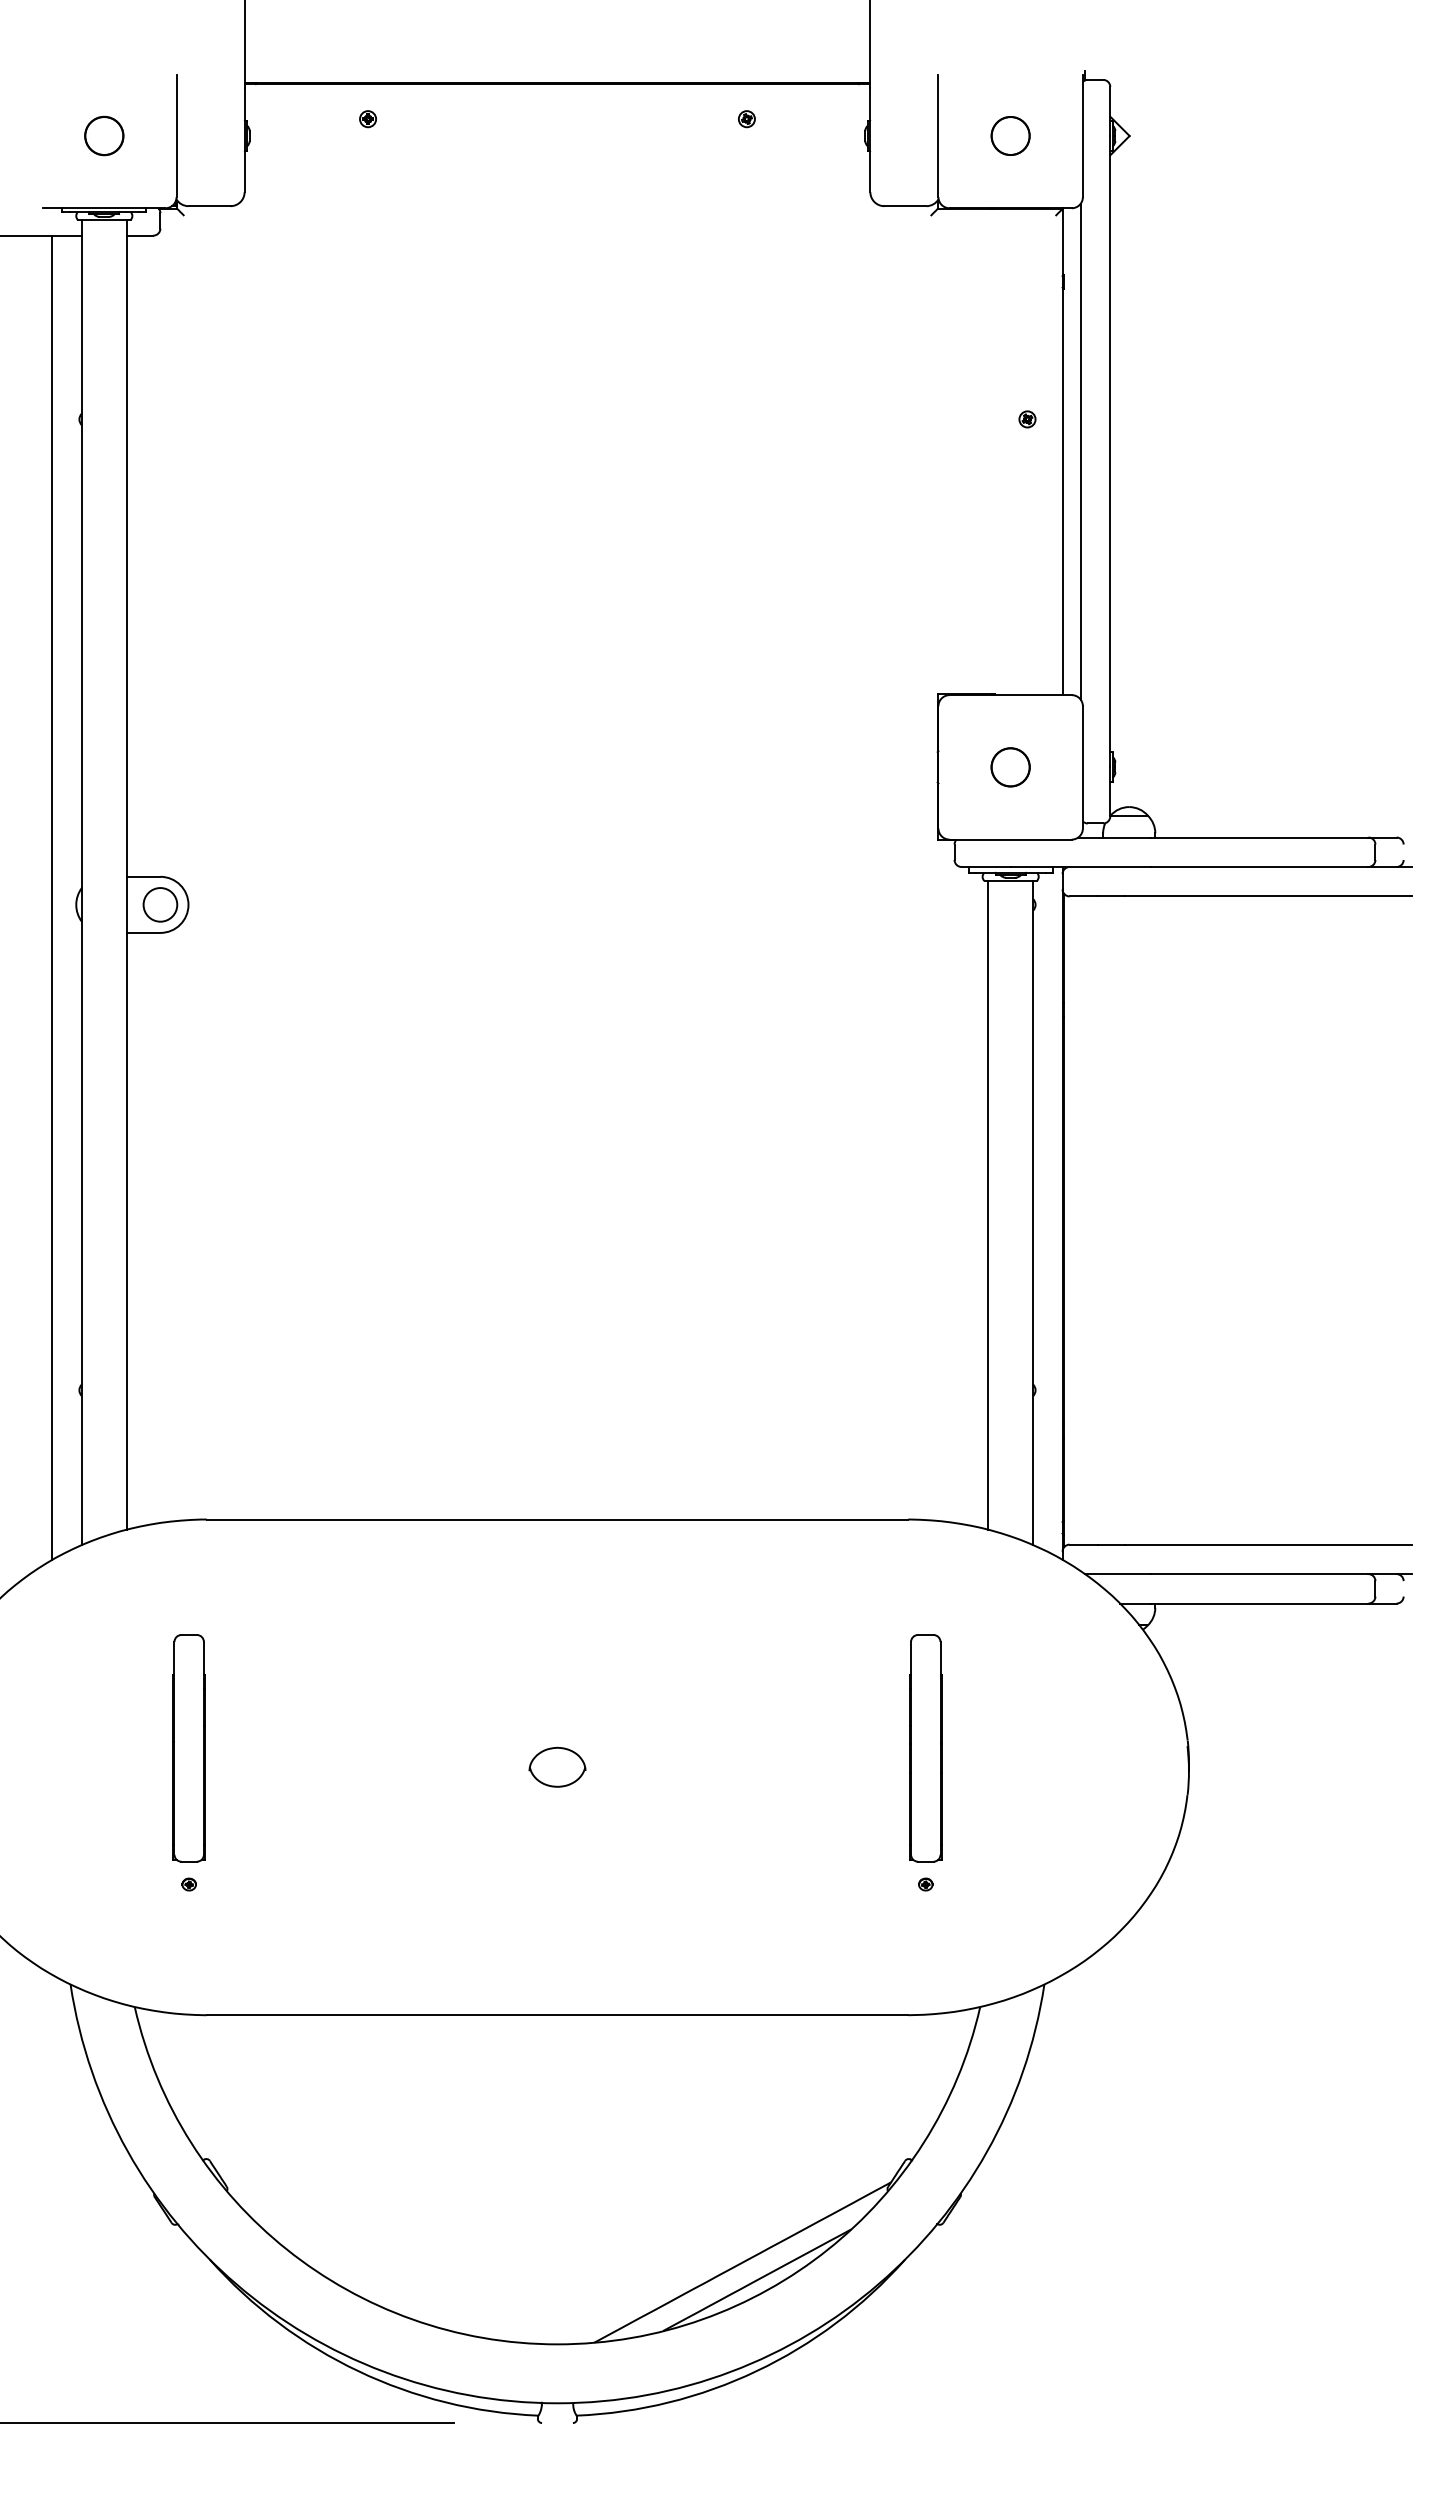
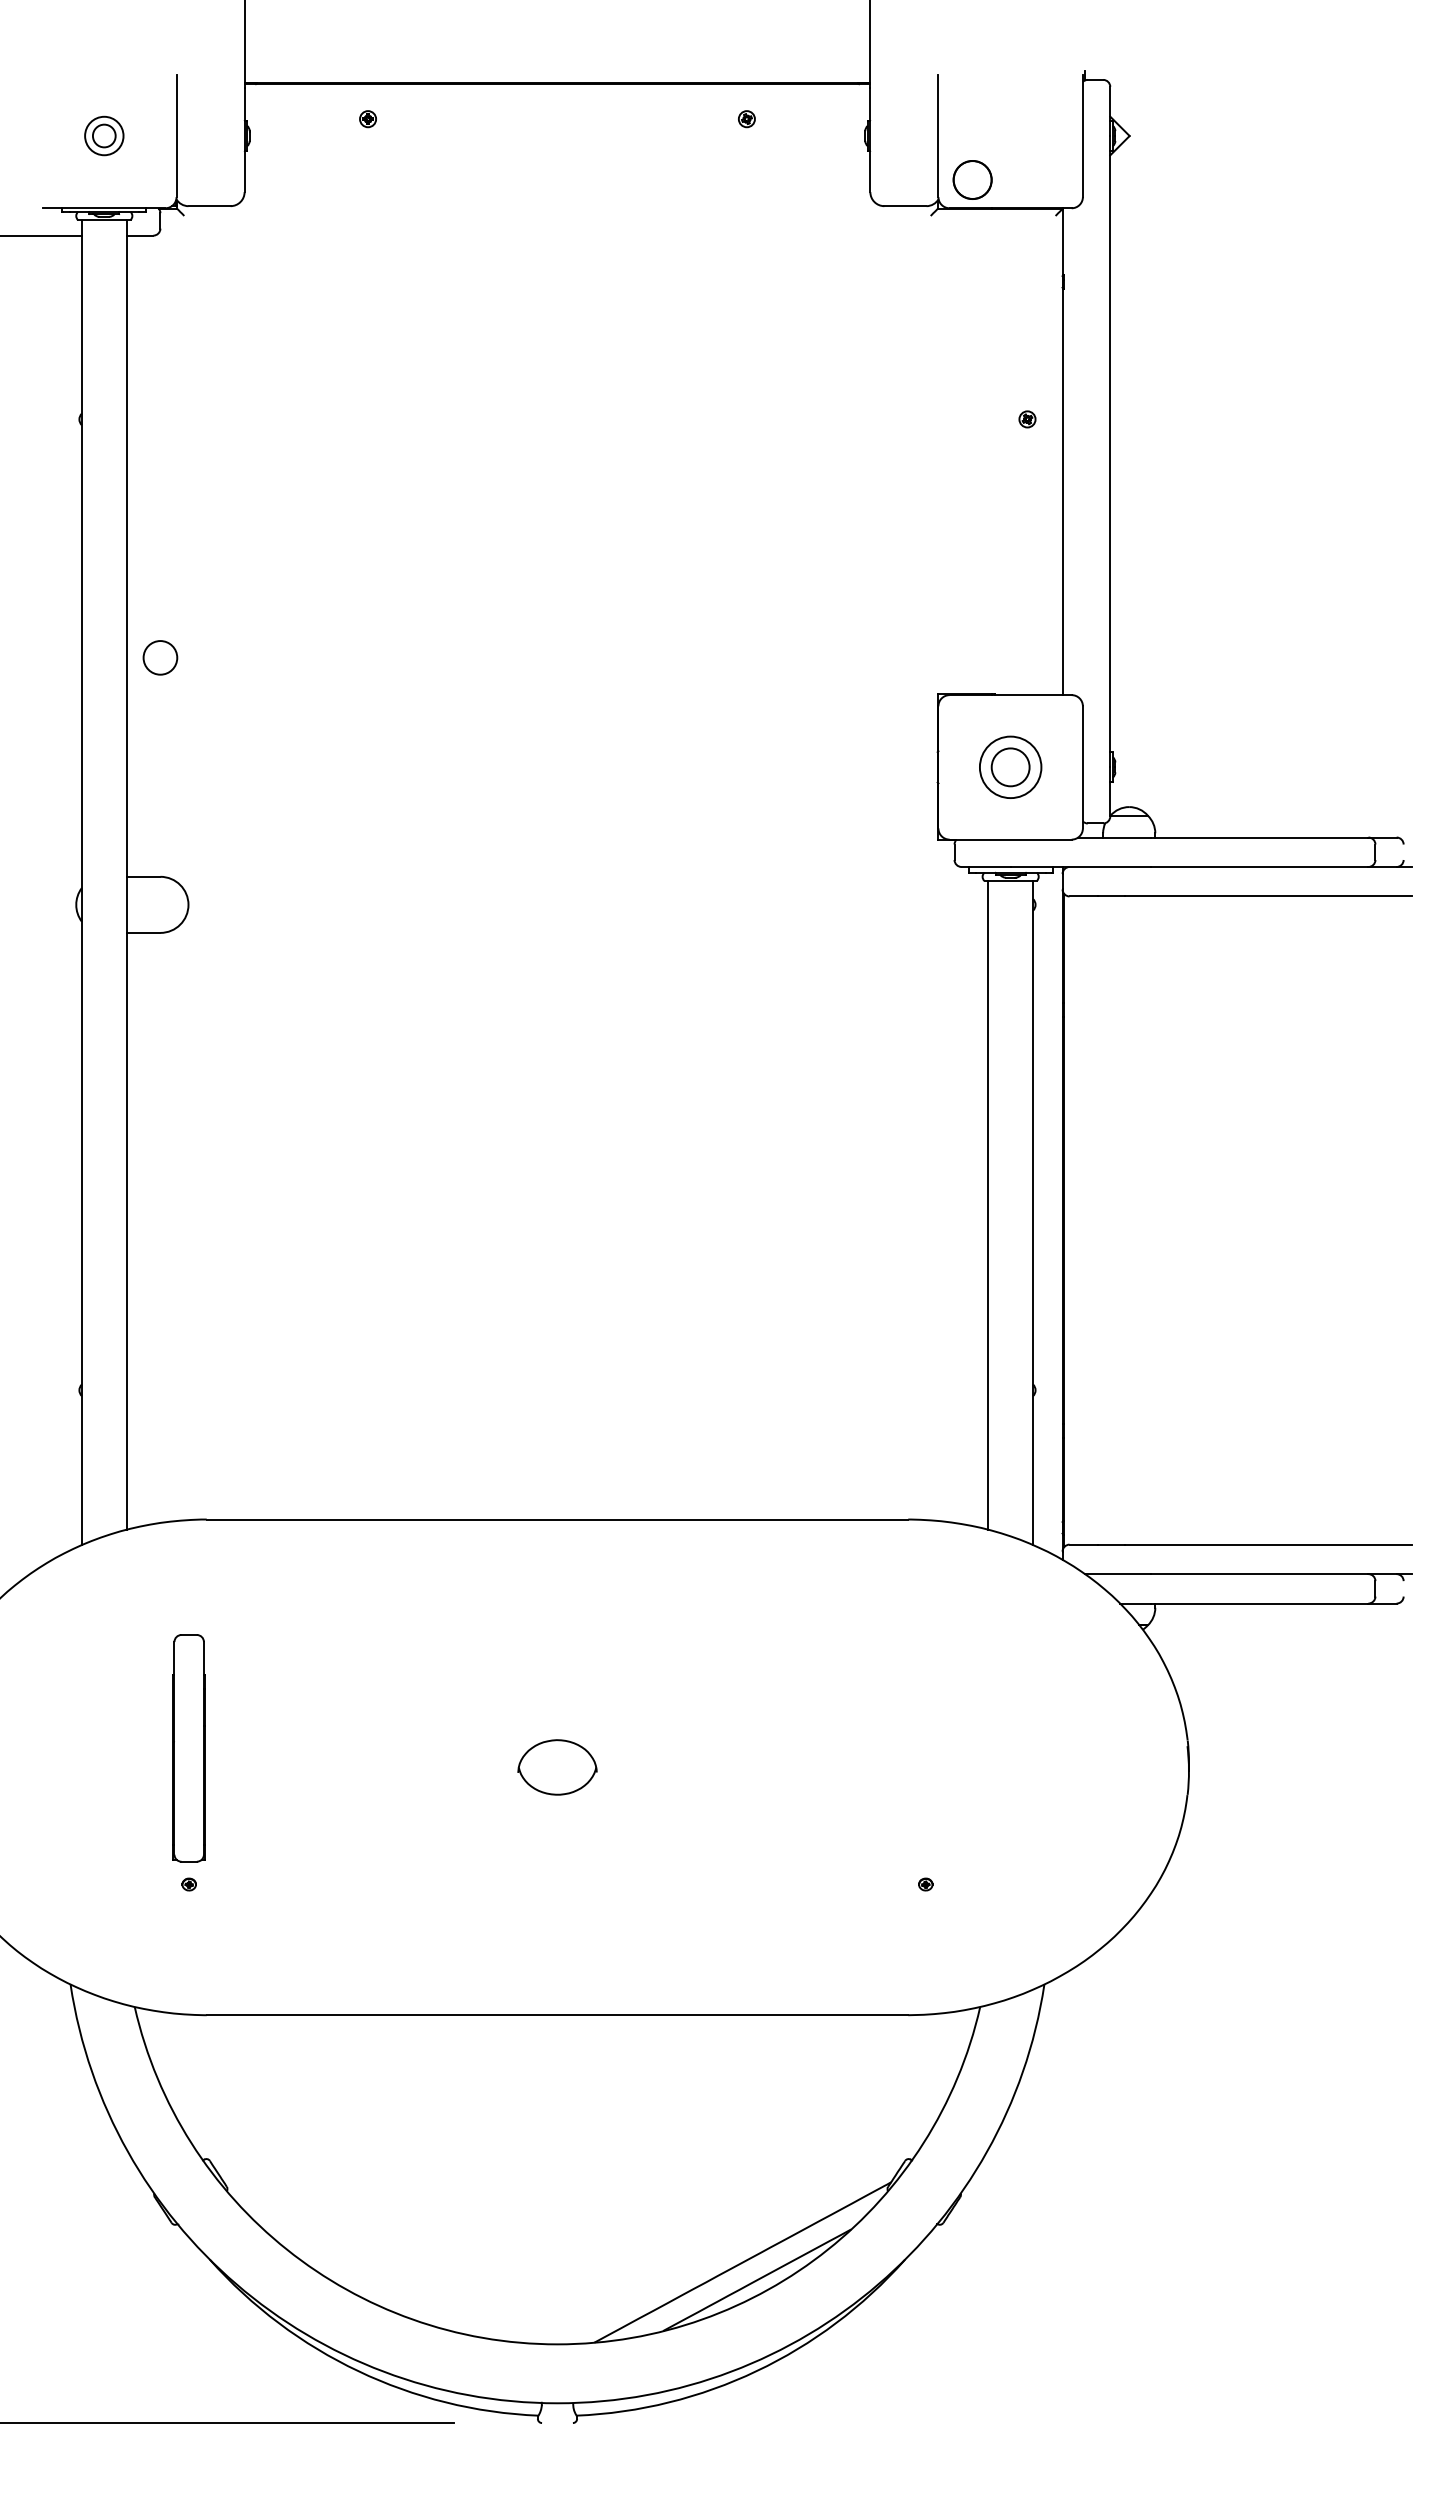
circle at (104, 135) diameter: 38 px -> 23 px
circle at (1010, 135) position: (1010, 135) -> (972, 179)
line at (1080, 451): present -> none
circle at (1010, 767) diameter: 38 px -> 62 px
line at (52, 897): present -> none
circle at (160, 904) position: (160, 904) -> (160, 657)
part at (925, 1748): present -> none
part at (557, 1766) size: 59x42 px -> 81x57 px
